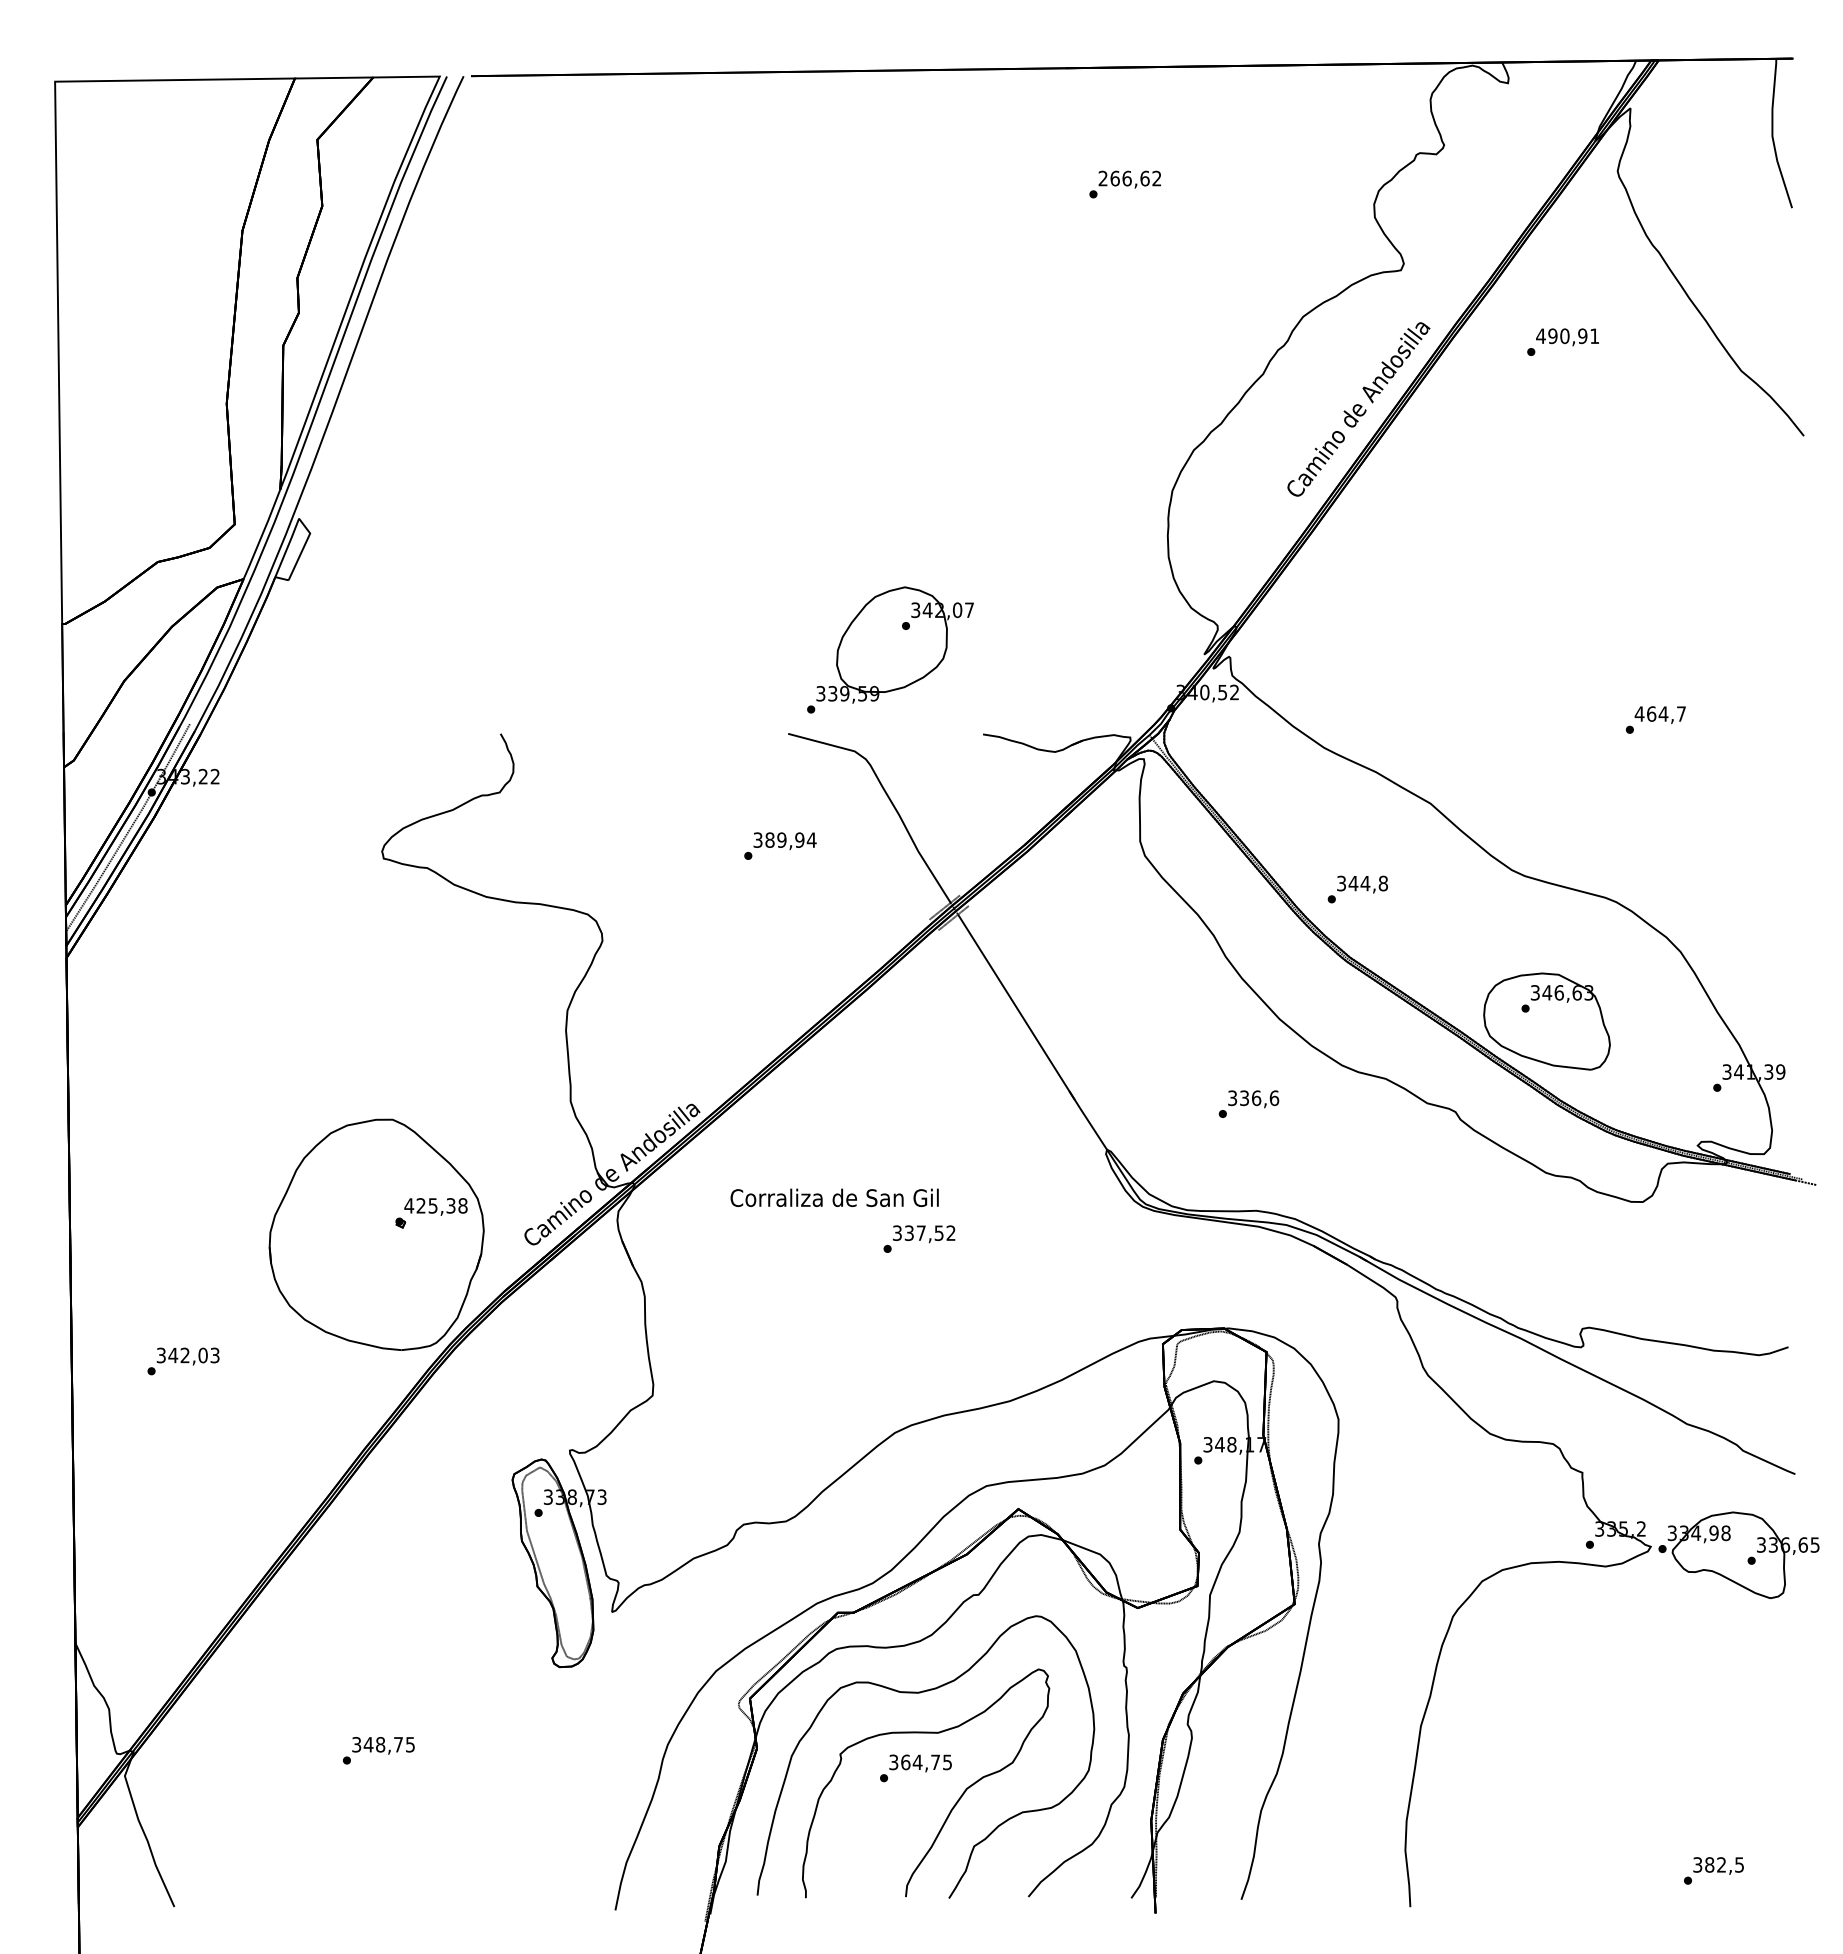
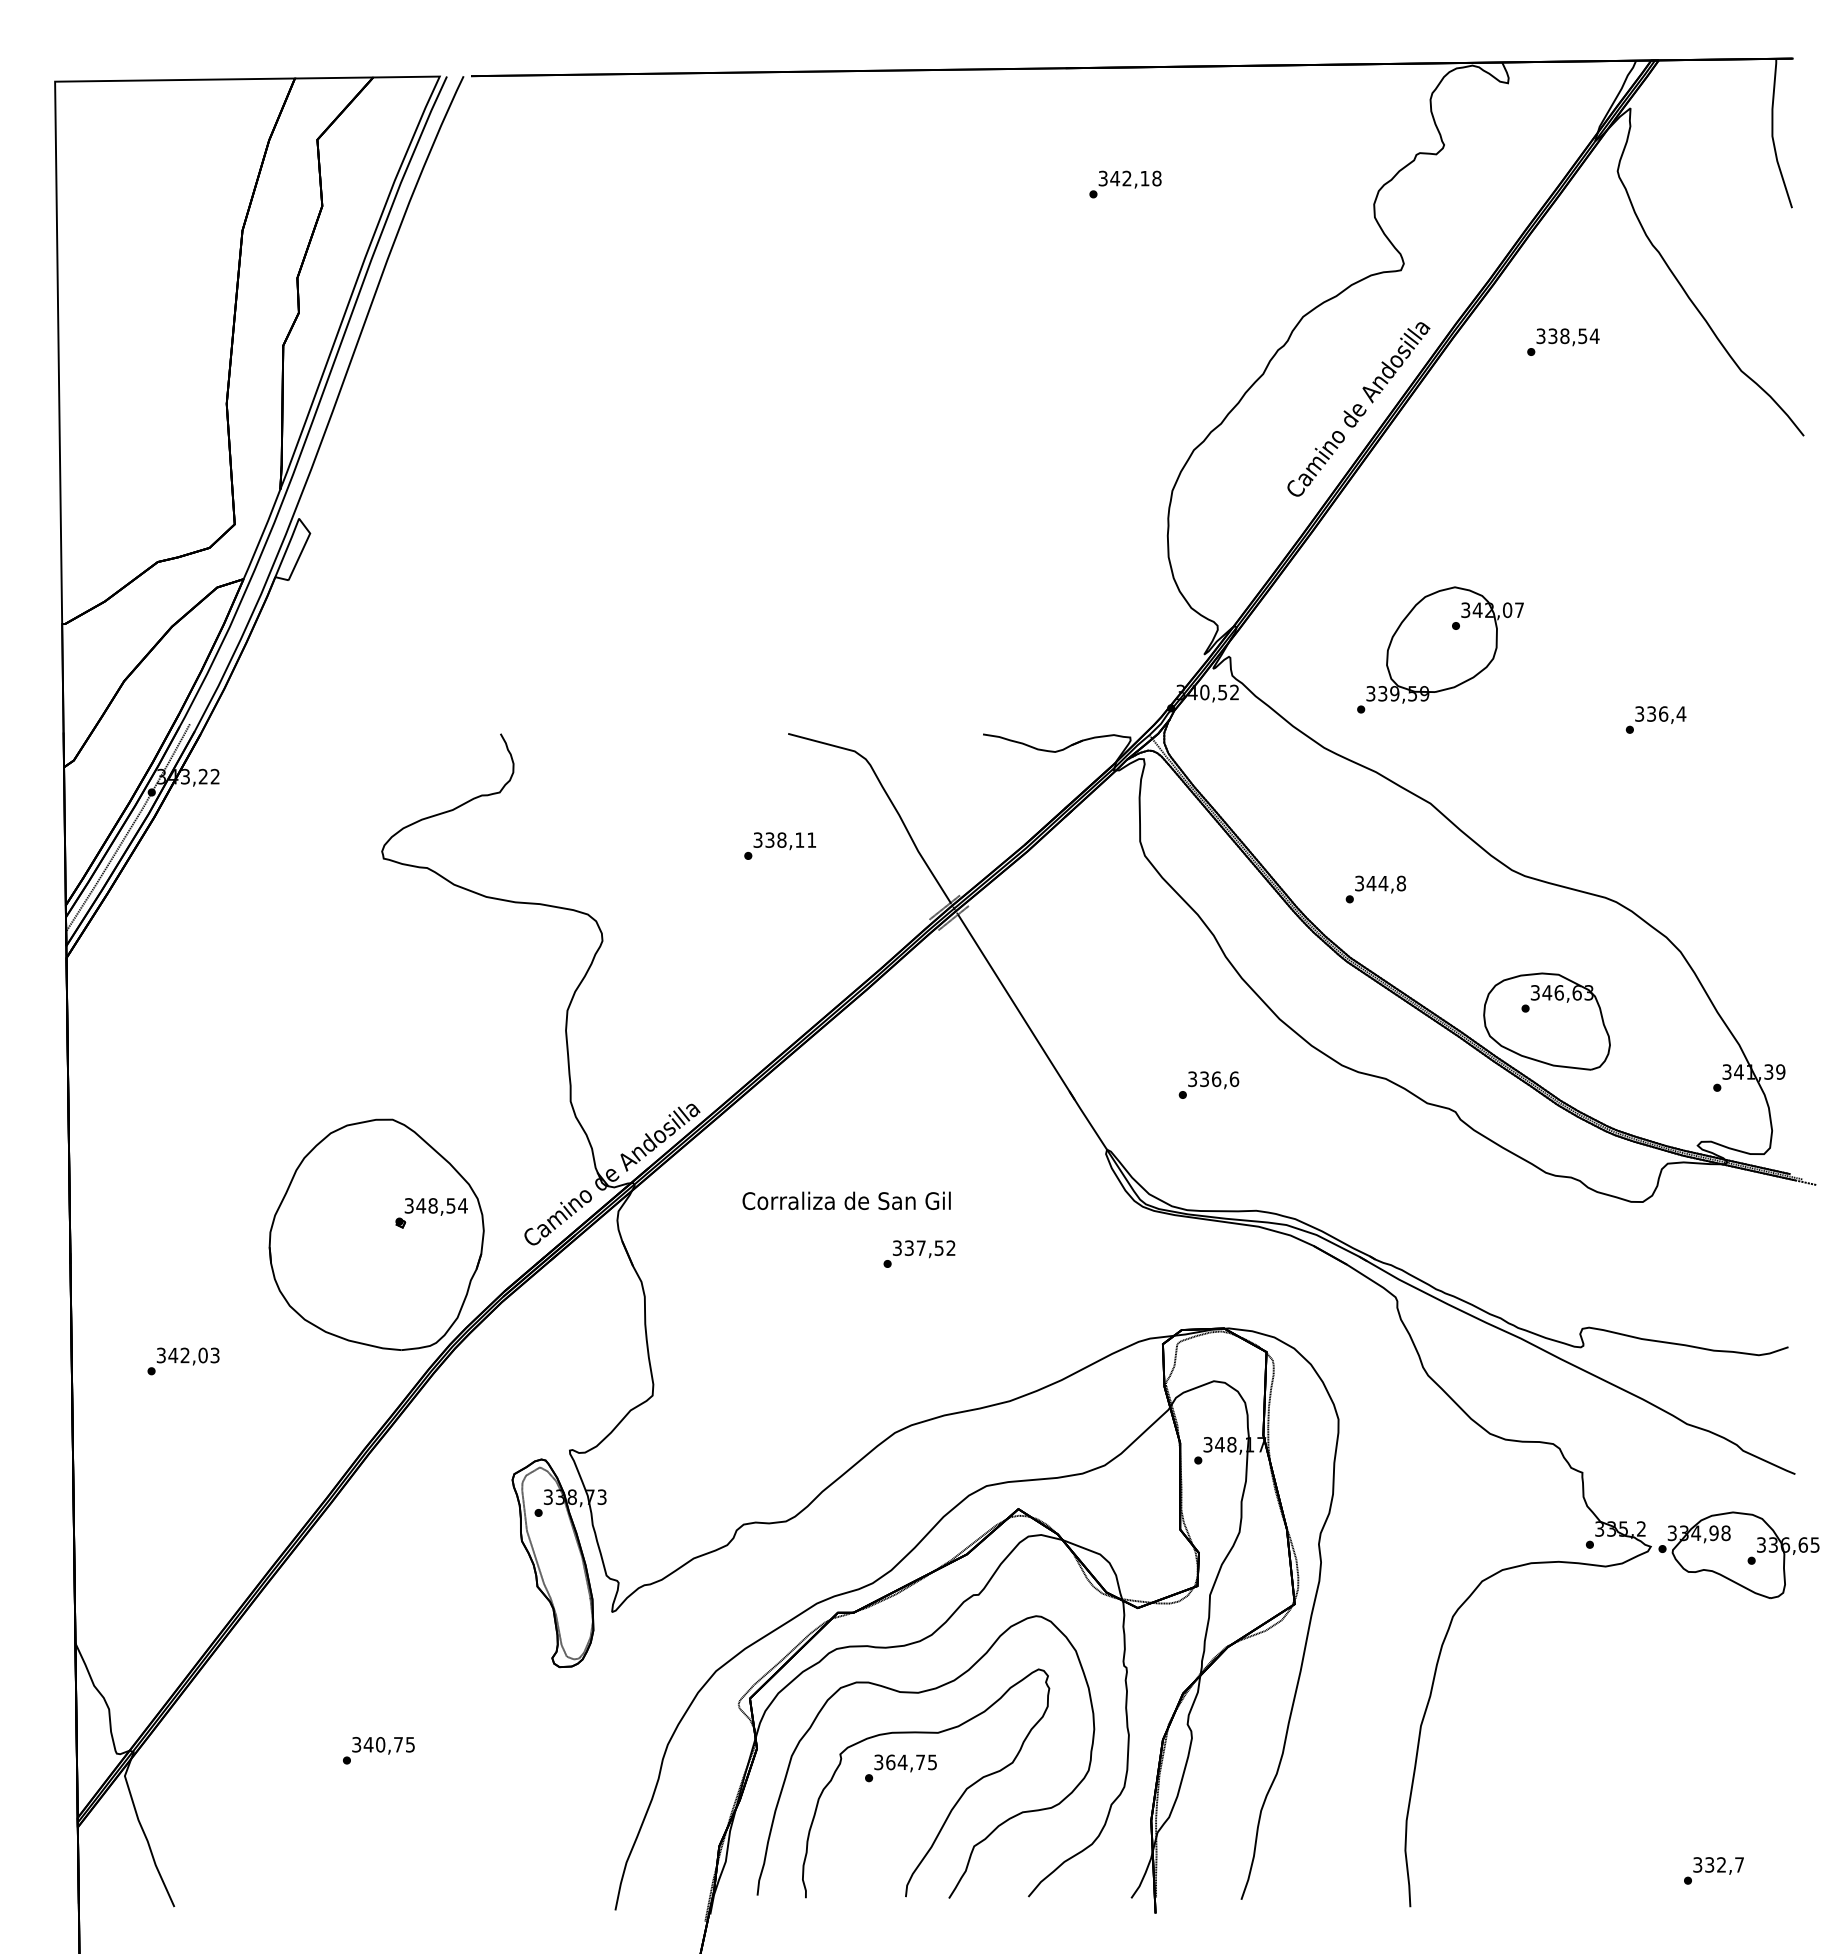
text at (1129, 178): 266,62 -> 342,18
text at (1567, 336): 490,91 -> 338,54
part at (890, 649) position: (890, 649) -> (1440, 649)
text at (1660, 713): 464,7 -> 336,4
text at (790, 839): 389,94 -> 338,11
text at (1357, 889) position: (1357, 889) -> (1375, 889)
text at (1248, 1103) position: (1248, 1103) -> (1208, 1084)
text at (834, 1197) position: (834, 1197) -> (846, 1200)
text at (435, 1205): 425,38 -> 348,54
text at (919, 1238) position: (919, 1238) -> (919, 1253)
text at (380, 1744): 348,75 -> 340,75
text at (915, 1768) position: (915, 1768) -> (900, 1768)
text at (1724, 1864): 382,5 -> 332,7
